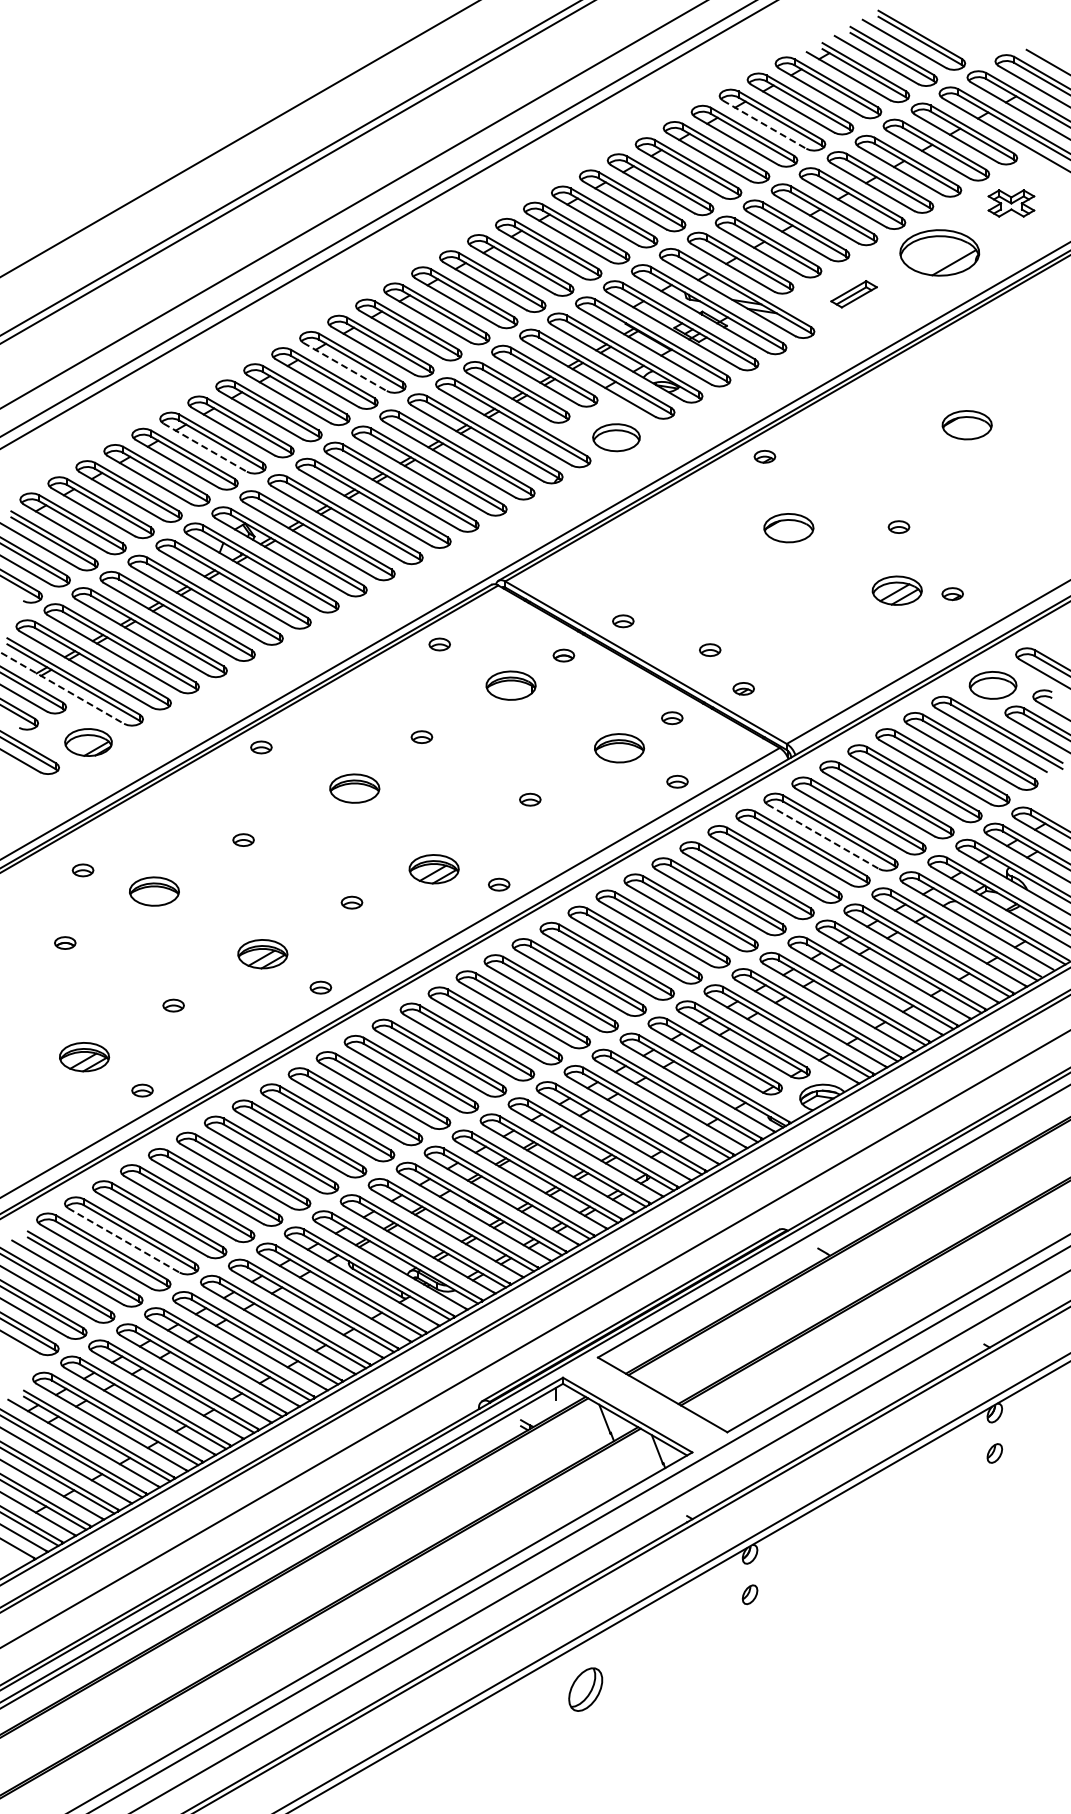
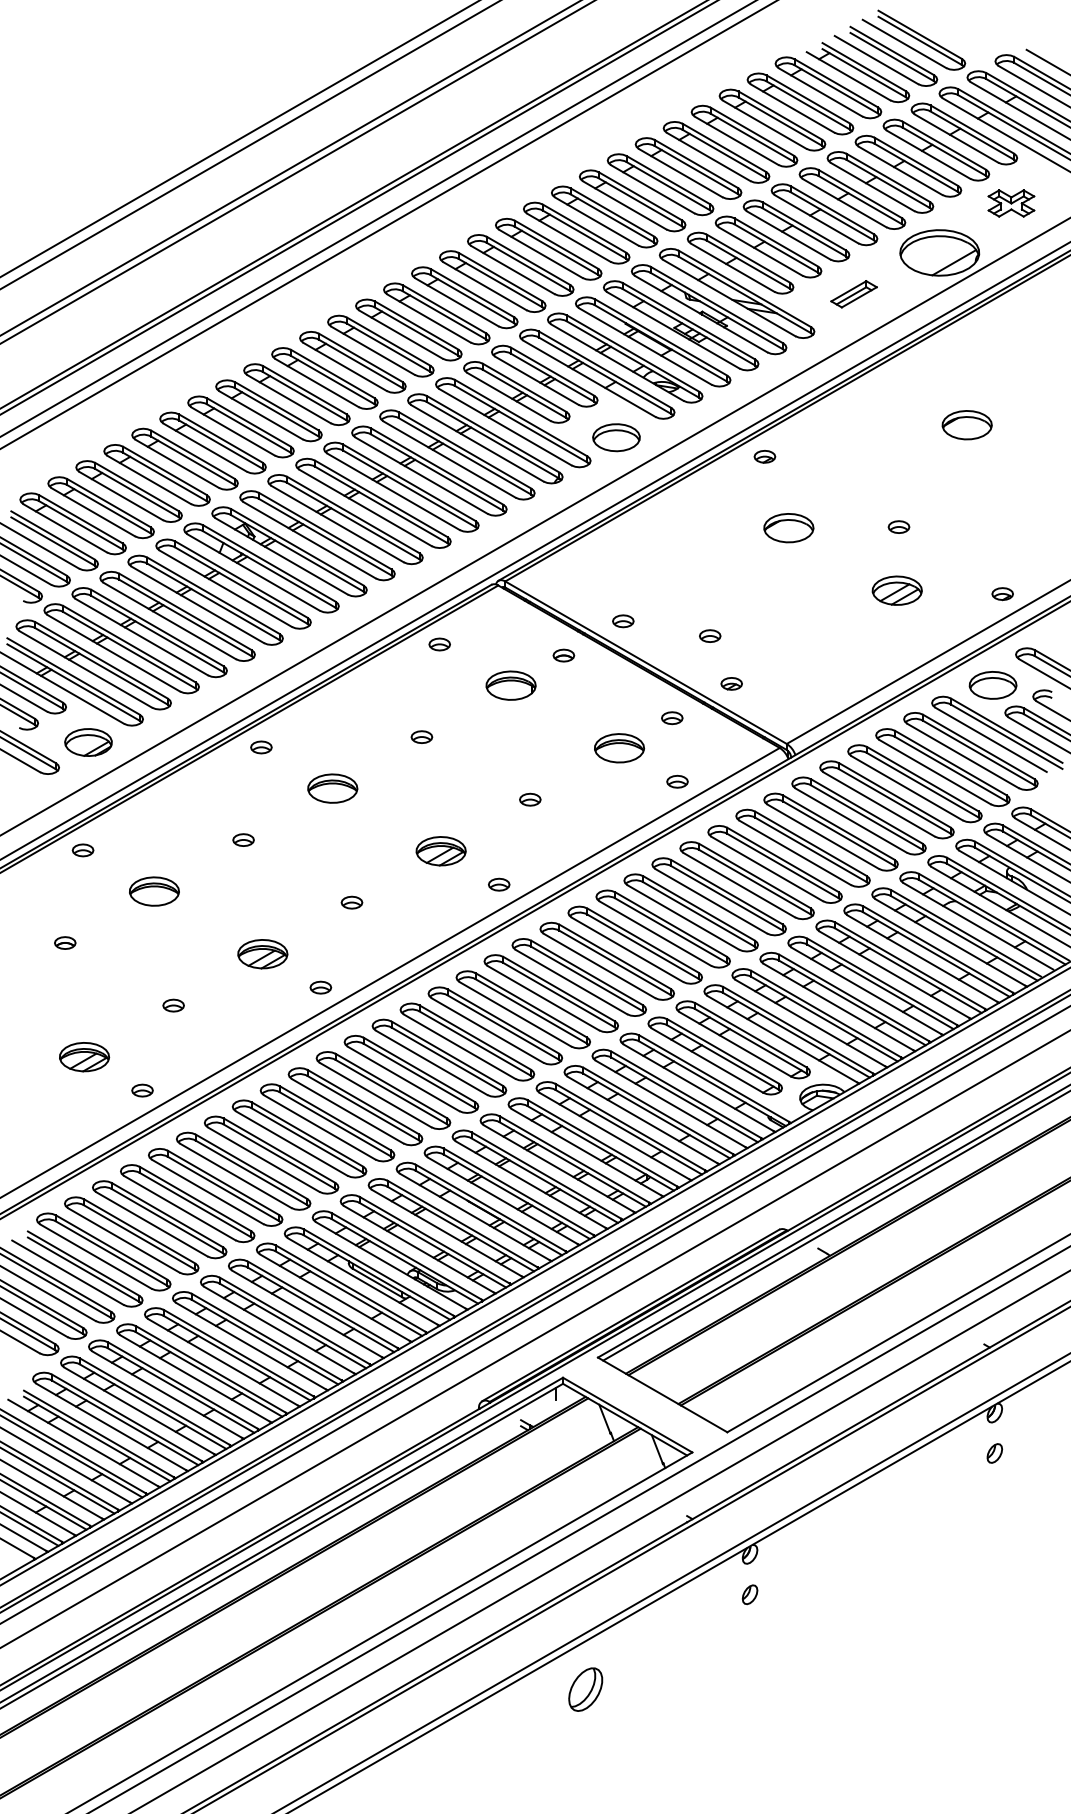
line at (765, 124): dashed -> solid
line at (249, 145): none -> present
line at (358, 207): none -> present
line at (345, 367): dashed -> solid
line at (205, 447): dashed -> solid
line at (534, 526): none -> present
part at (952, 594) position: (952, 594) -> (1002, 594)
part at (710, 649) position: (710, 649) -> (710, 635)
line at (62, 688): dashed -> solid
part at (743, 688) position: (743, 688) -> (731, 683)
part at (354, 788) position: (354, 788) -> (332, 788)
line at (823, 836): dashed -> solid
part at (433, 869) position: (433, 869) -> (440, 851)
part at (82, 870) position: (82, 870) -> (82, 850)
line at (835, 1226): none -> present
line at (124, 1240): dashed -> solid
line at (534, 1314): none -> present
